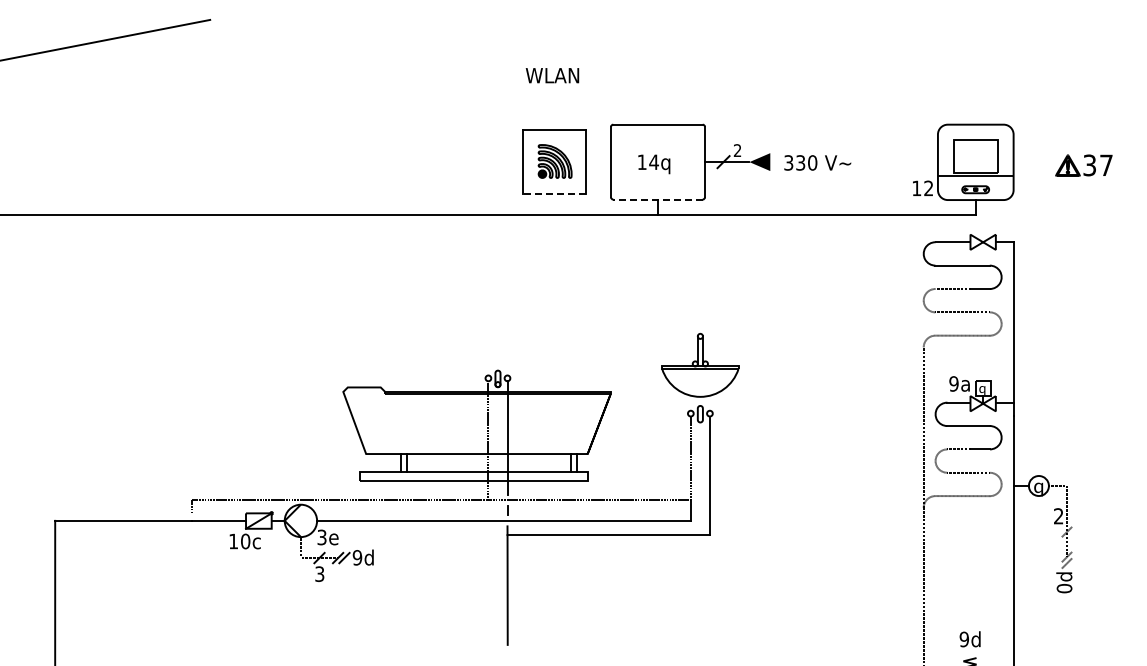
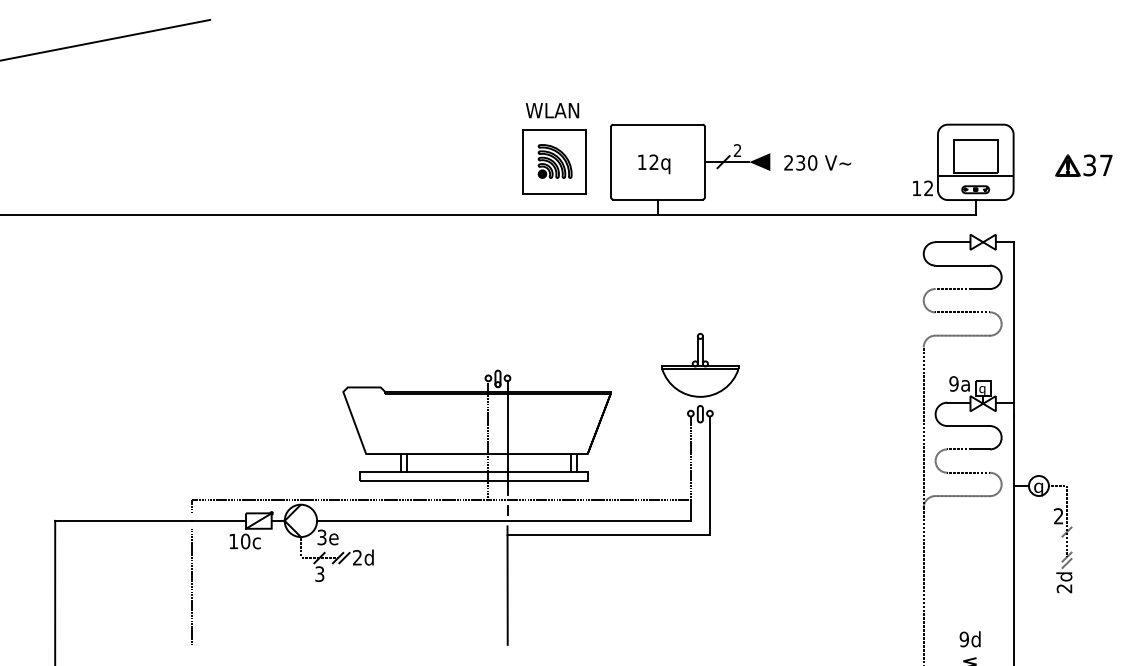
text at (552, 75) position: (552, 75) -> (552, 110)
text at (653, 161): 14q -> 12q
text at (788, 162): 330 -> 230
line at (554, 193): dashed -> solid
line at (658, 199): dashed -> solid
text at (357, 557): 9d -> 2d
line at (192, 586): none -> present
text at (1064, 588): 0d -> 2d
